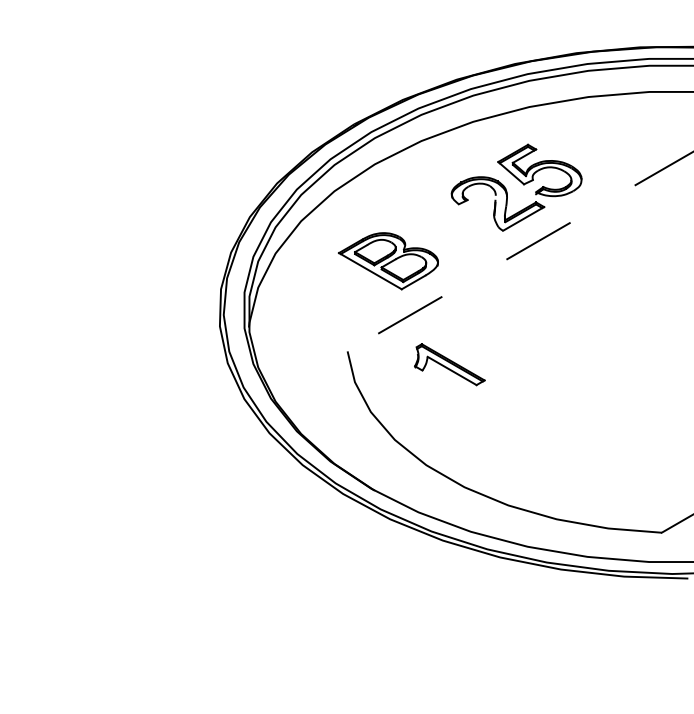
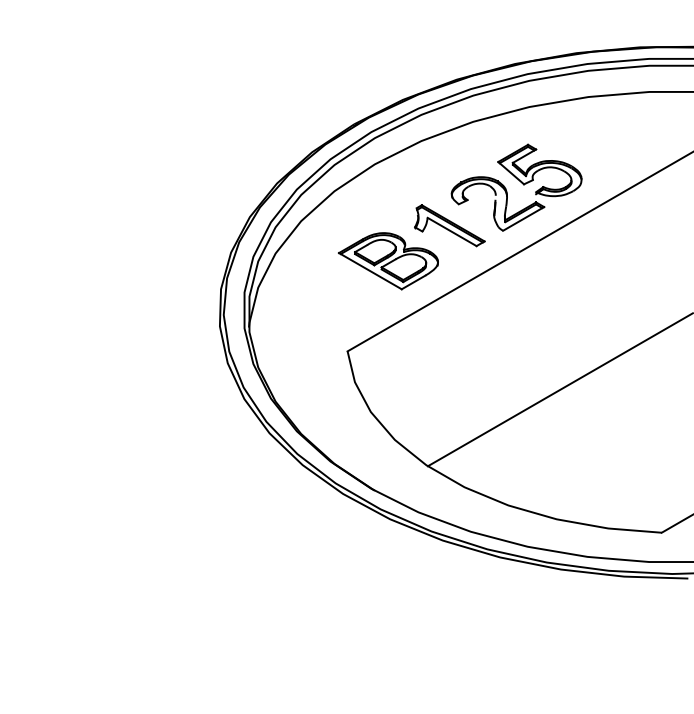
line at (520, 251): dashed -> solid
part at (449, 364) position: (449, 364) -> (449, 225)
line at (558, 390): none -> present
